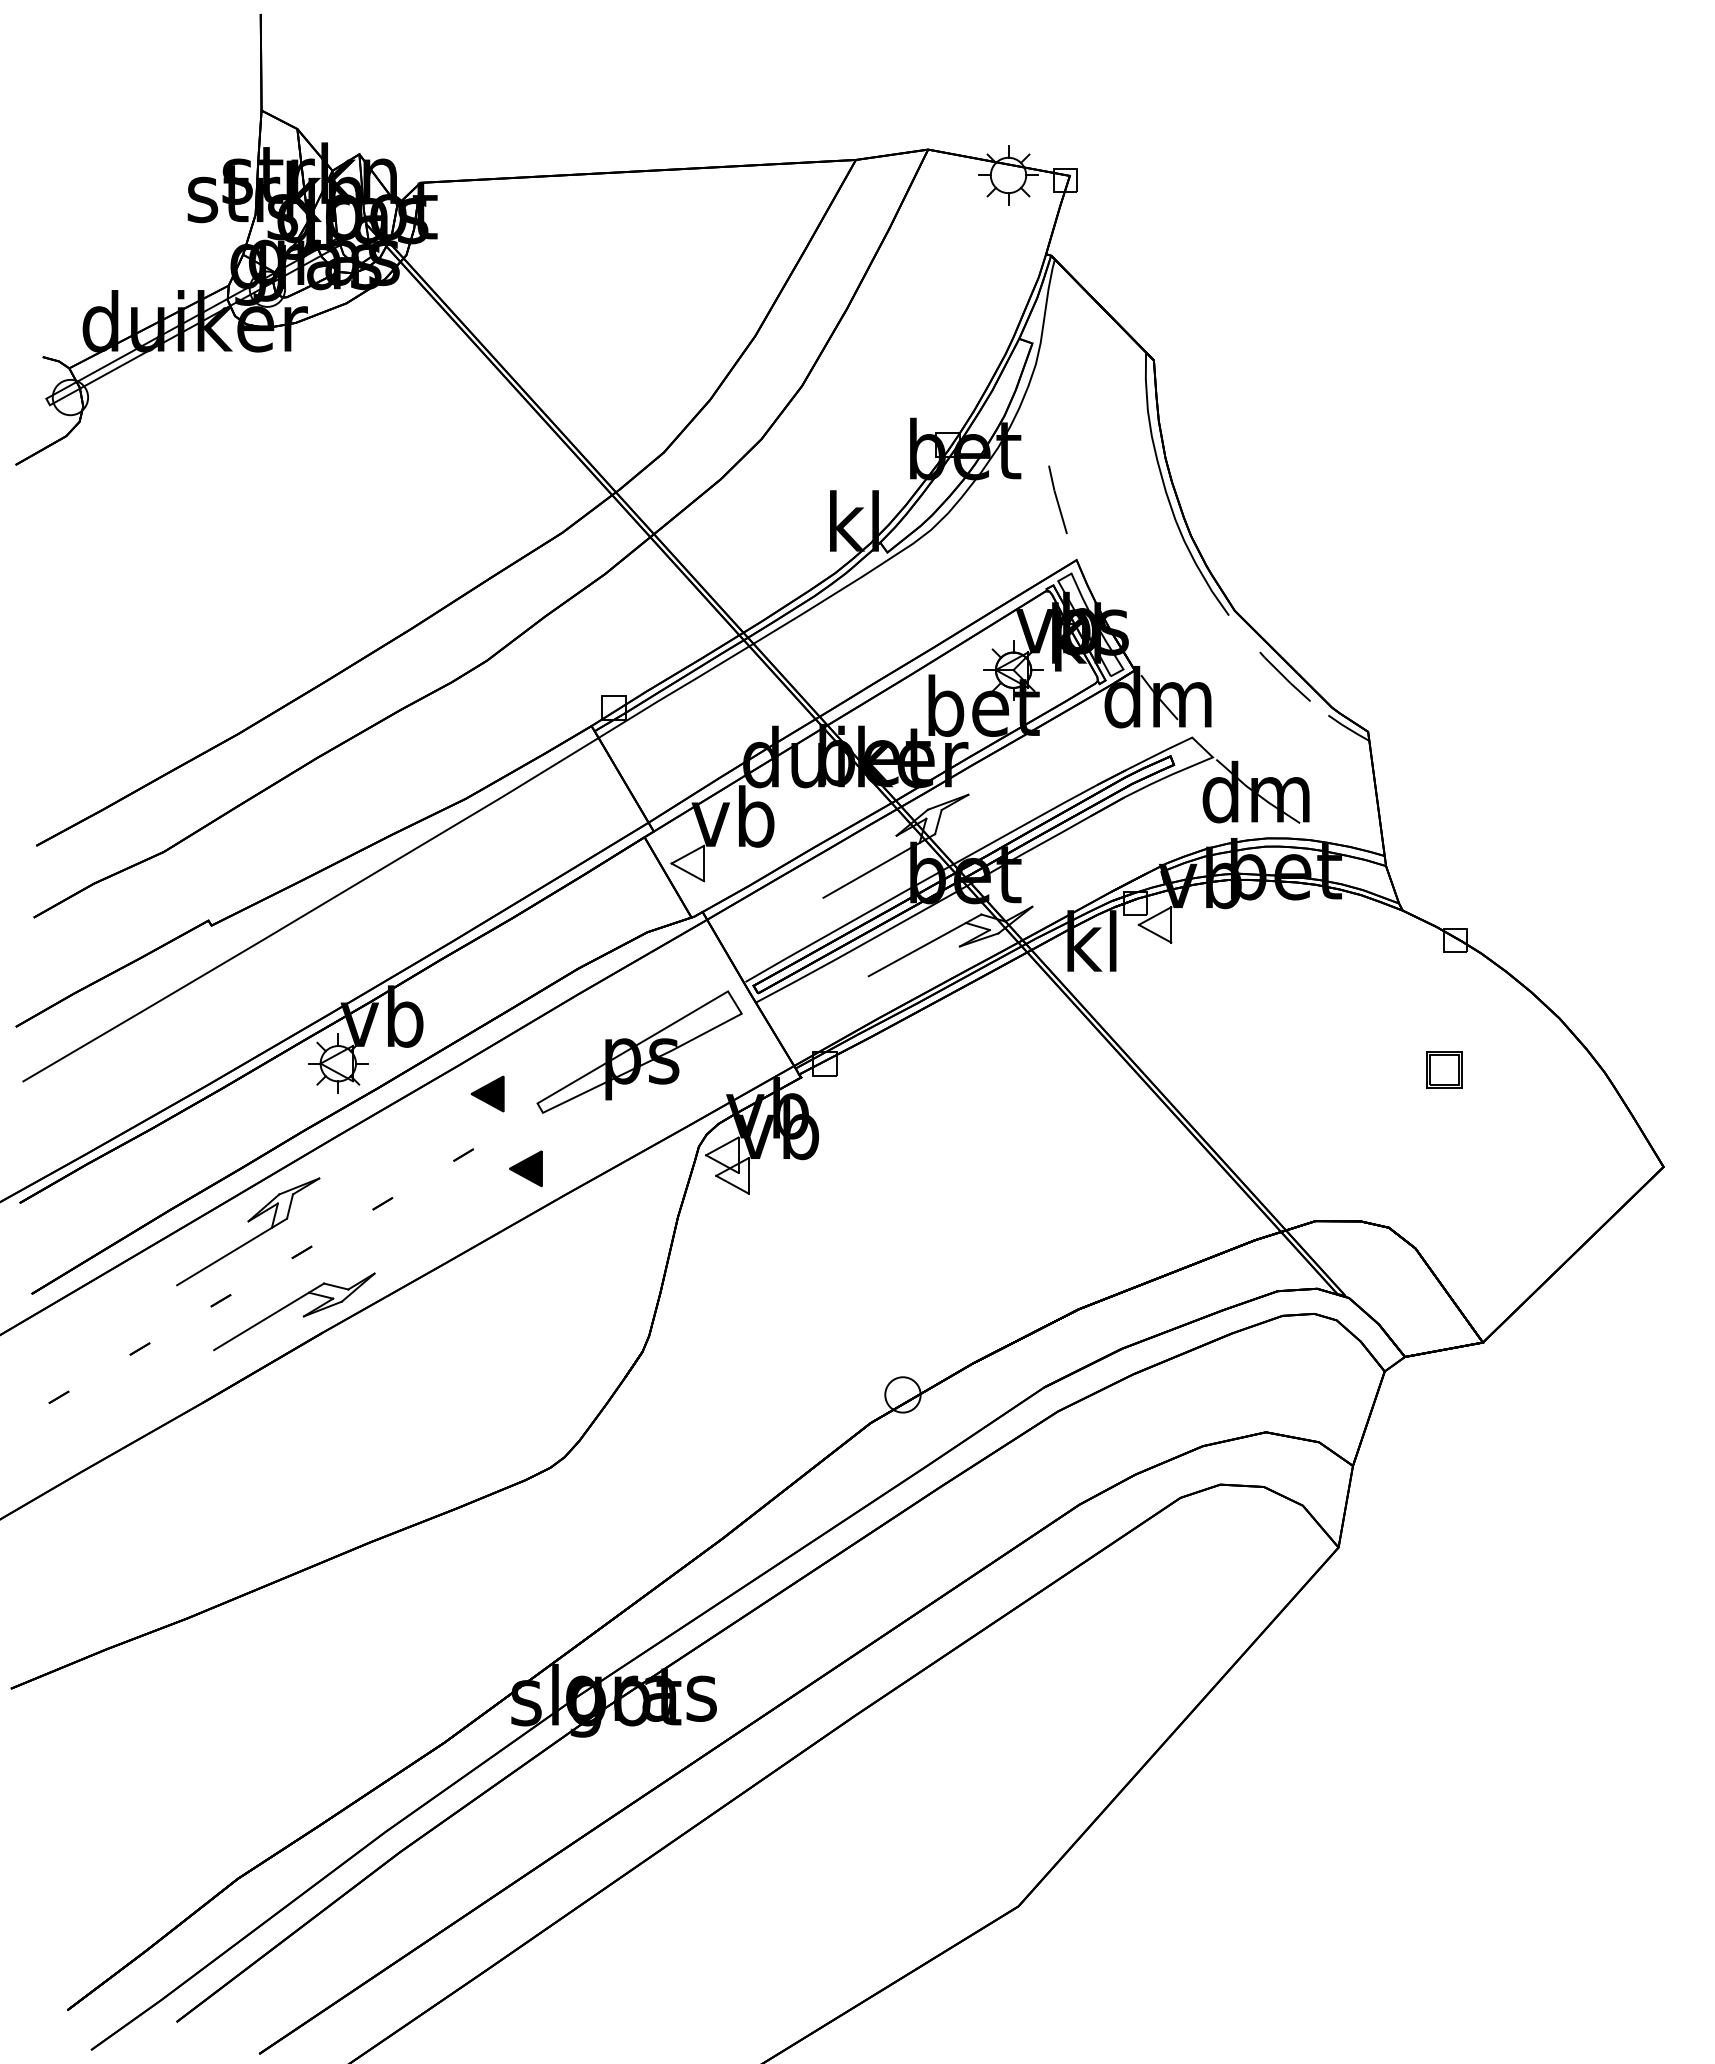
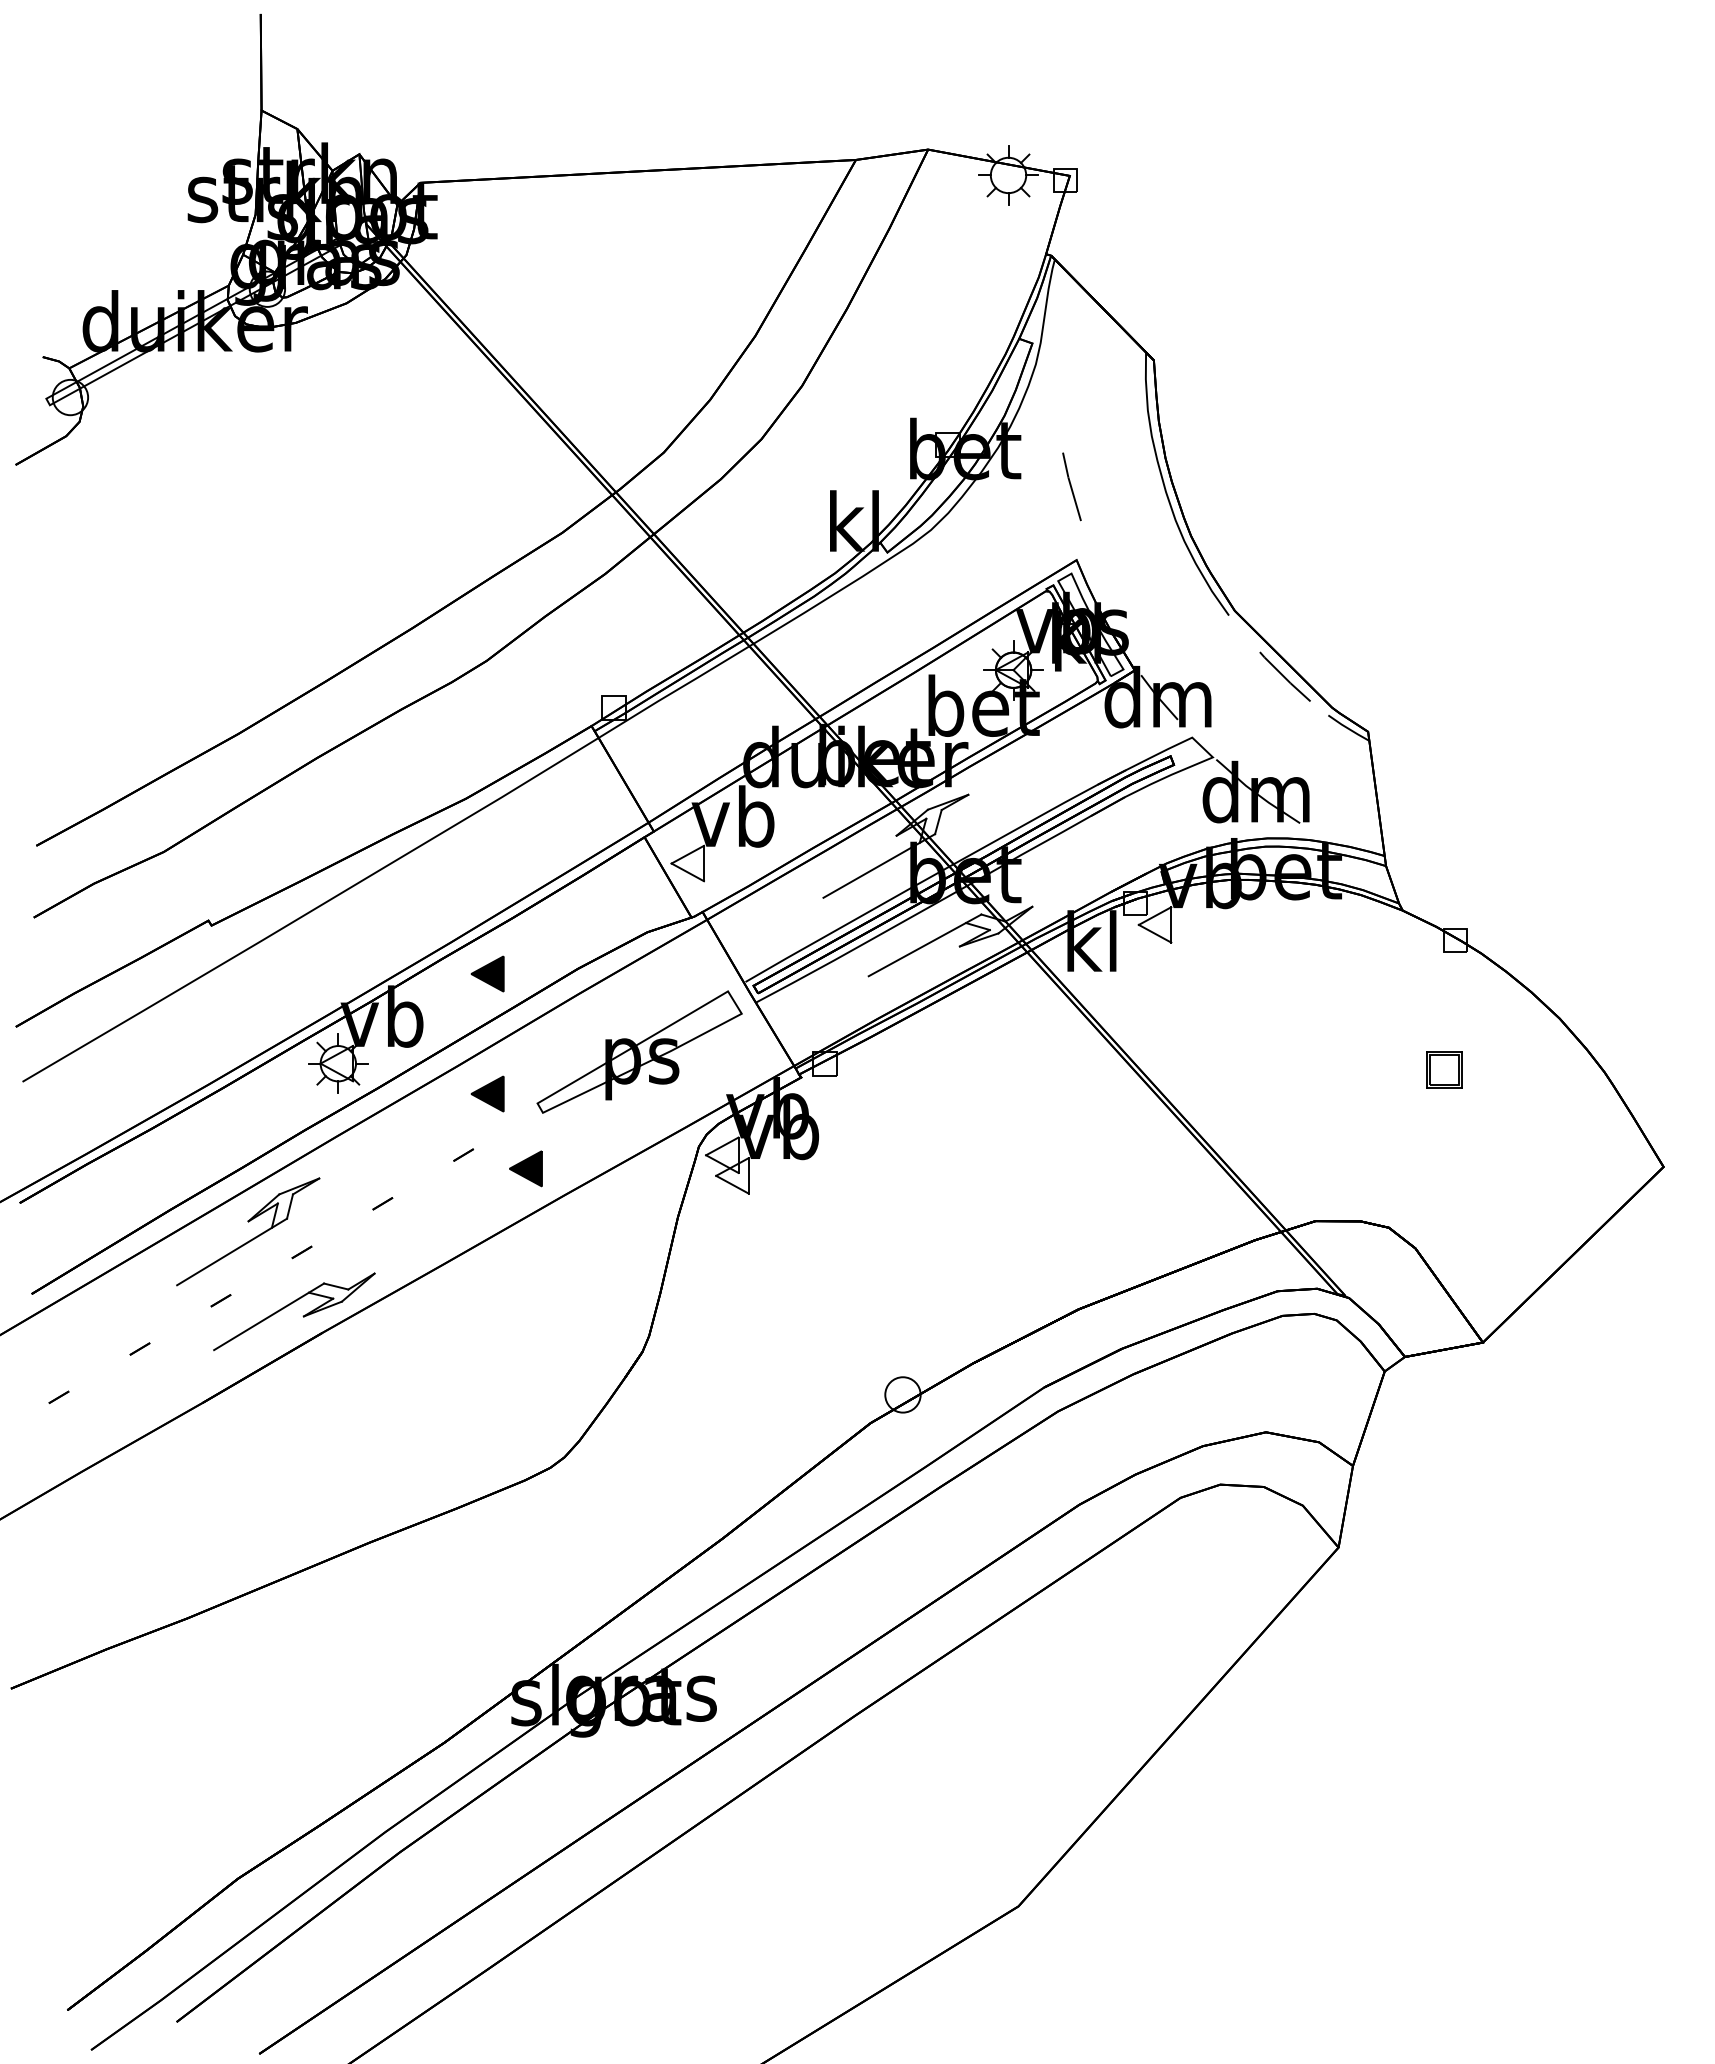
curve at (1057, 499) position: (1057, 499) -> (1071, 486)
part at (487, 973): none -> present
